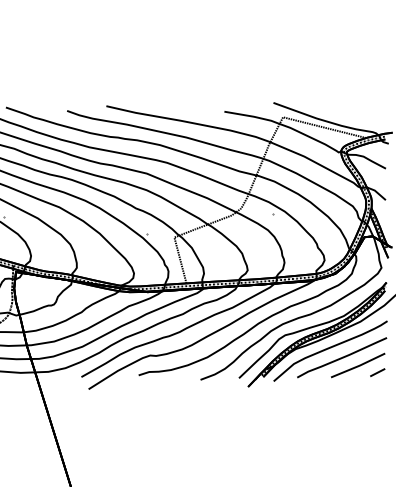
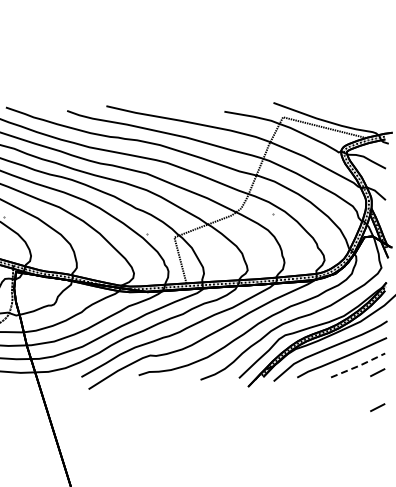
line at (359, 365): solid -> dashed
line at (377, 407): none -> present
